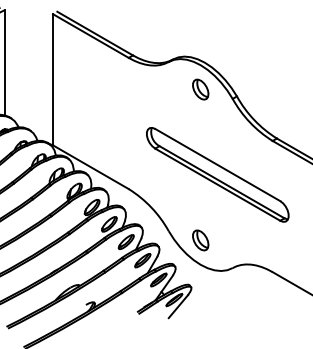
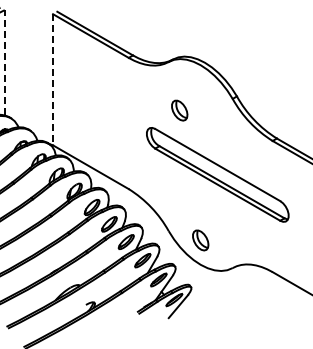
line at (4, 62): solid -> dashed
line at (53, 79): solid -> dashed
part at (200, 89) position: (200, 89) -> (179, 110)
